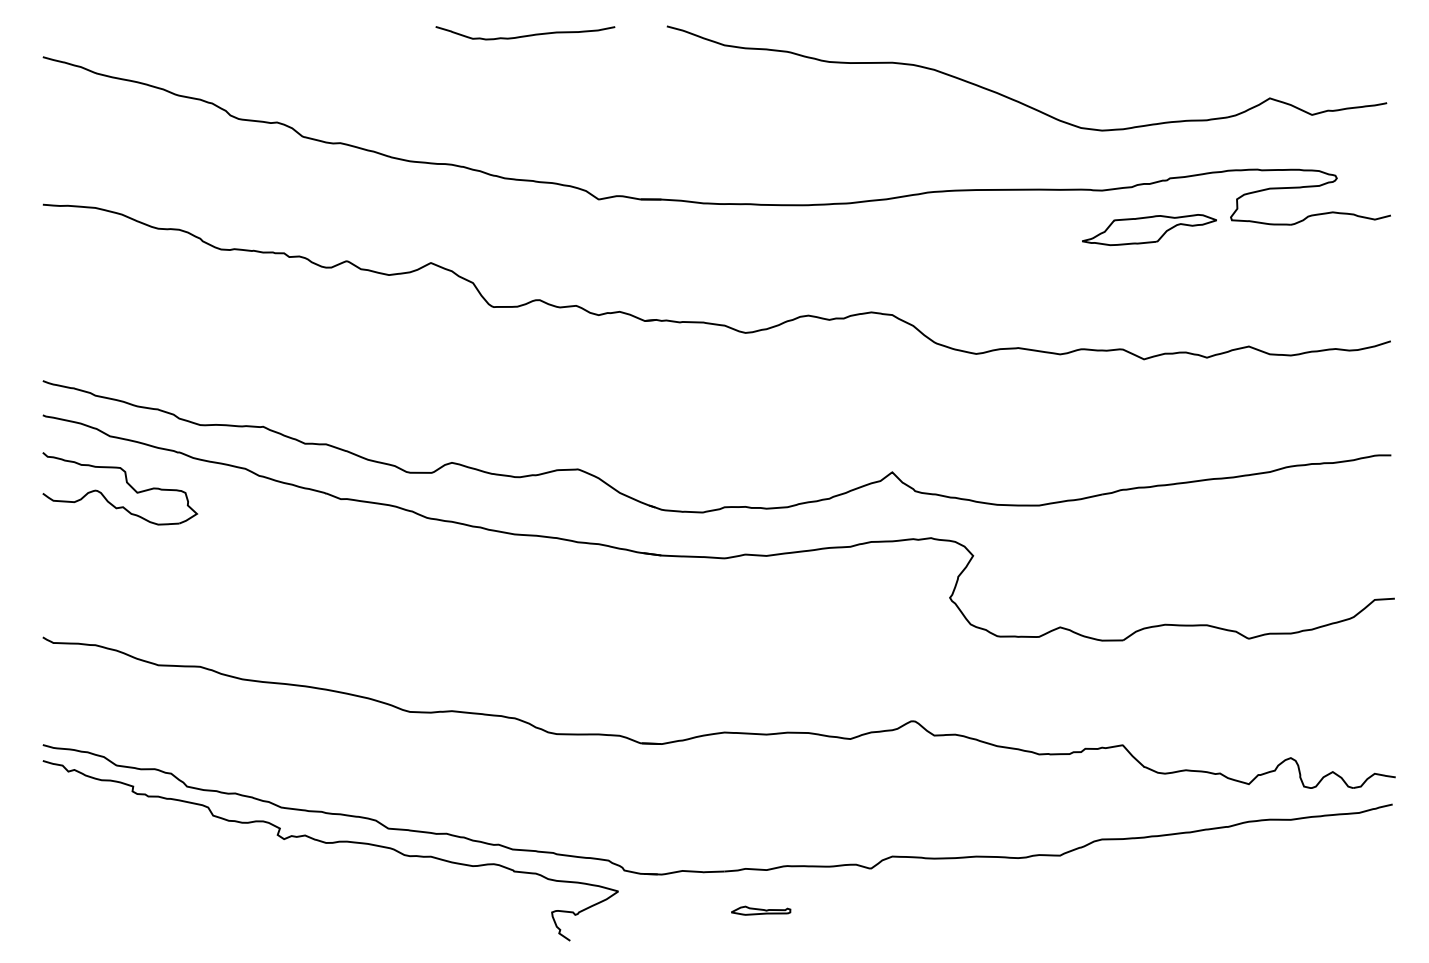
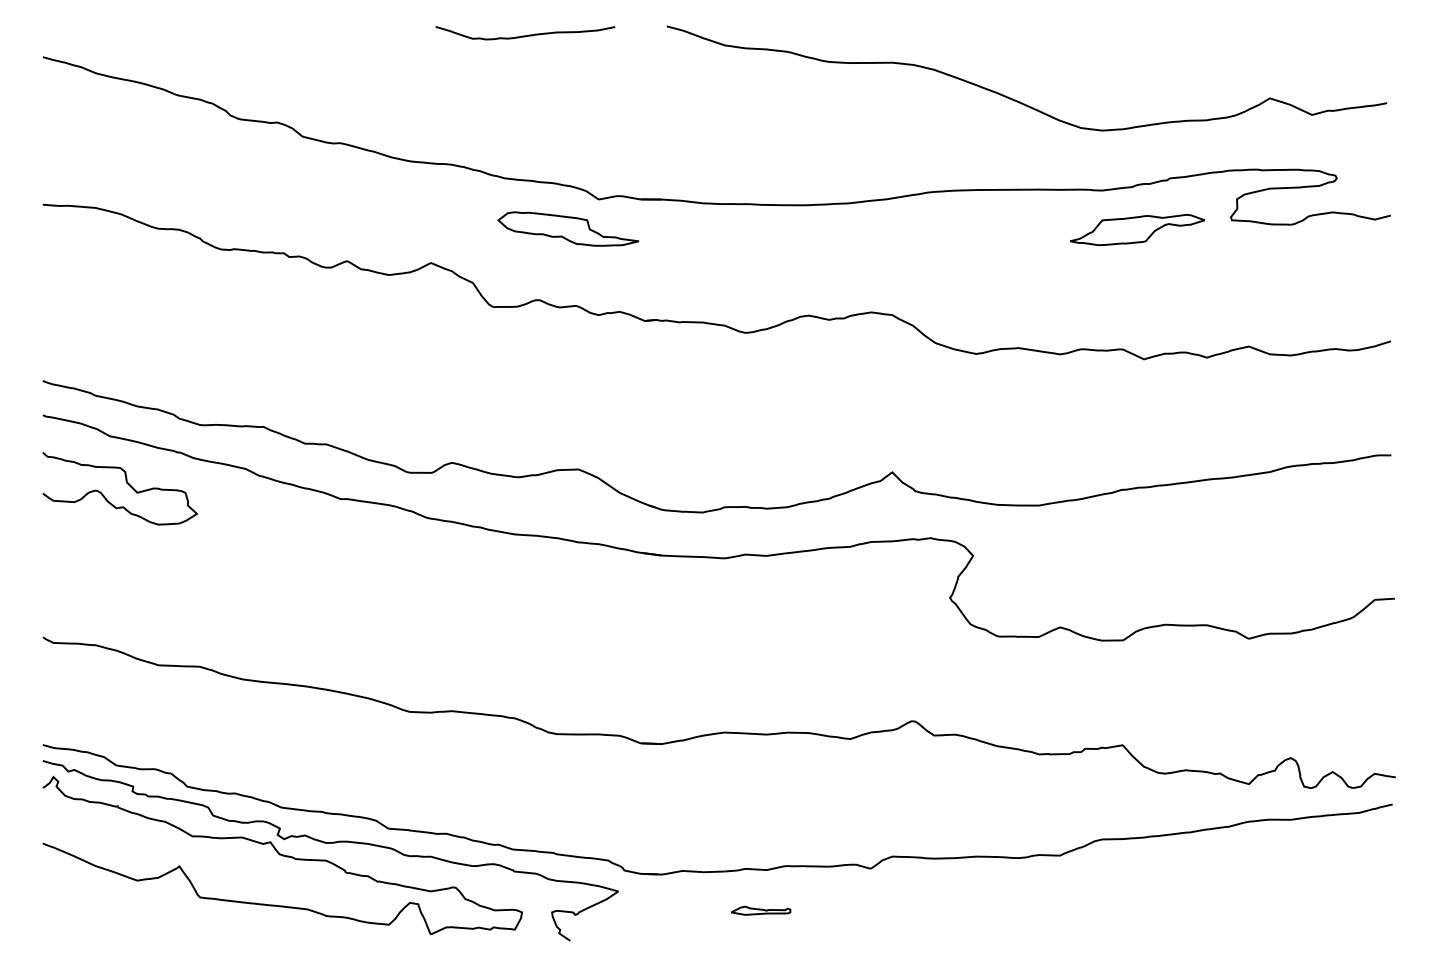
part at (568, 228): none -> present
part at (1149, 230) position: (1149, 230) -> (1137, 230)
curve at (282, 854): none -> present
